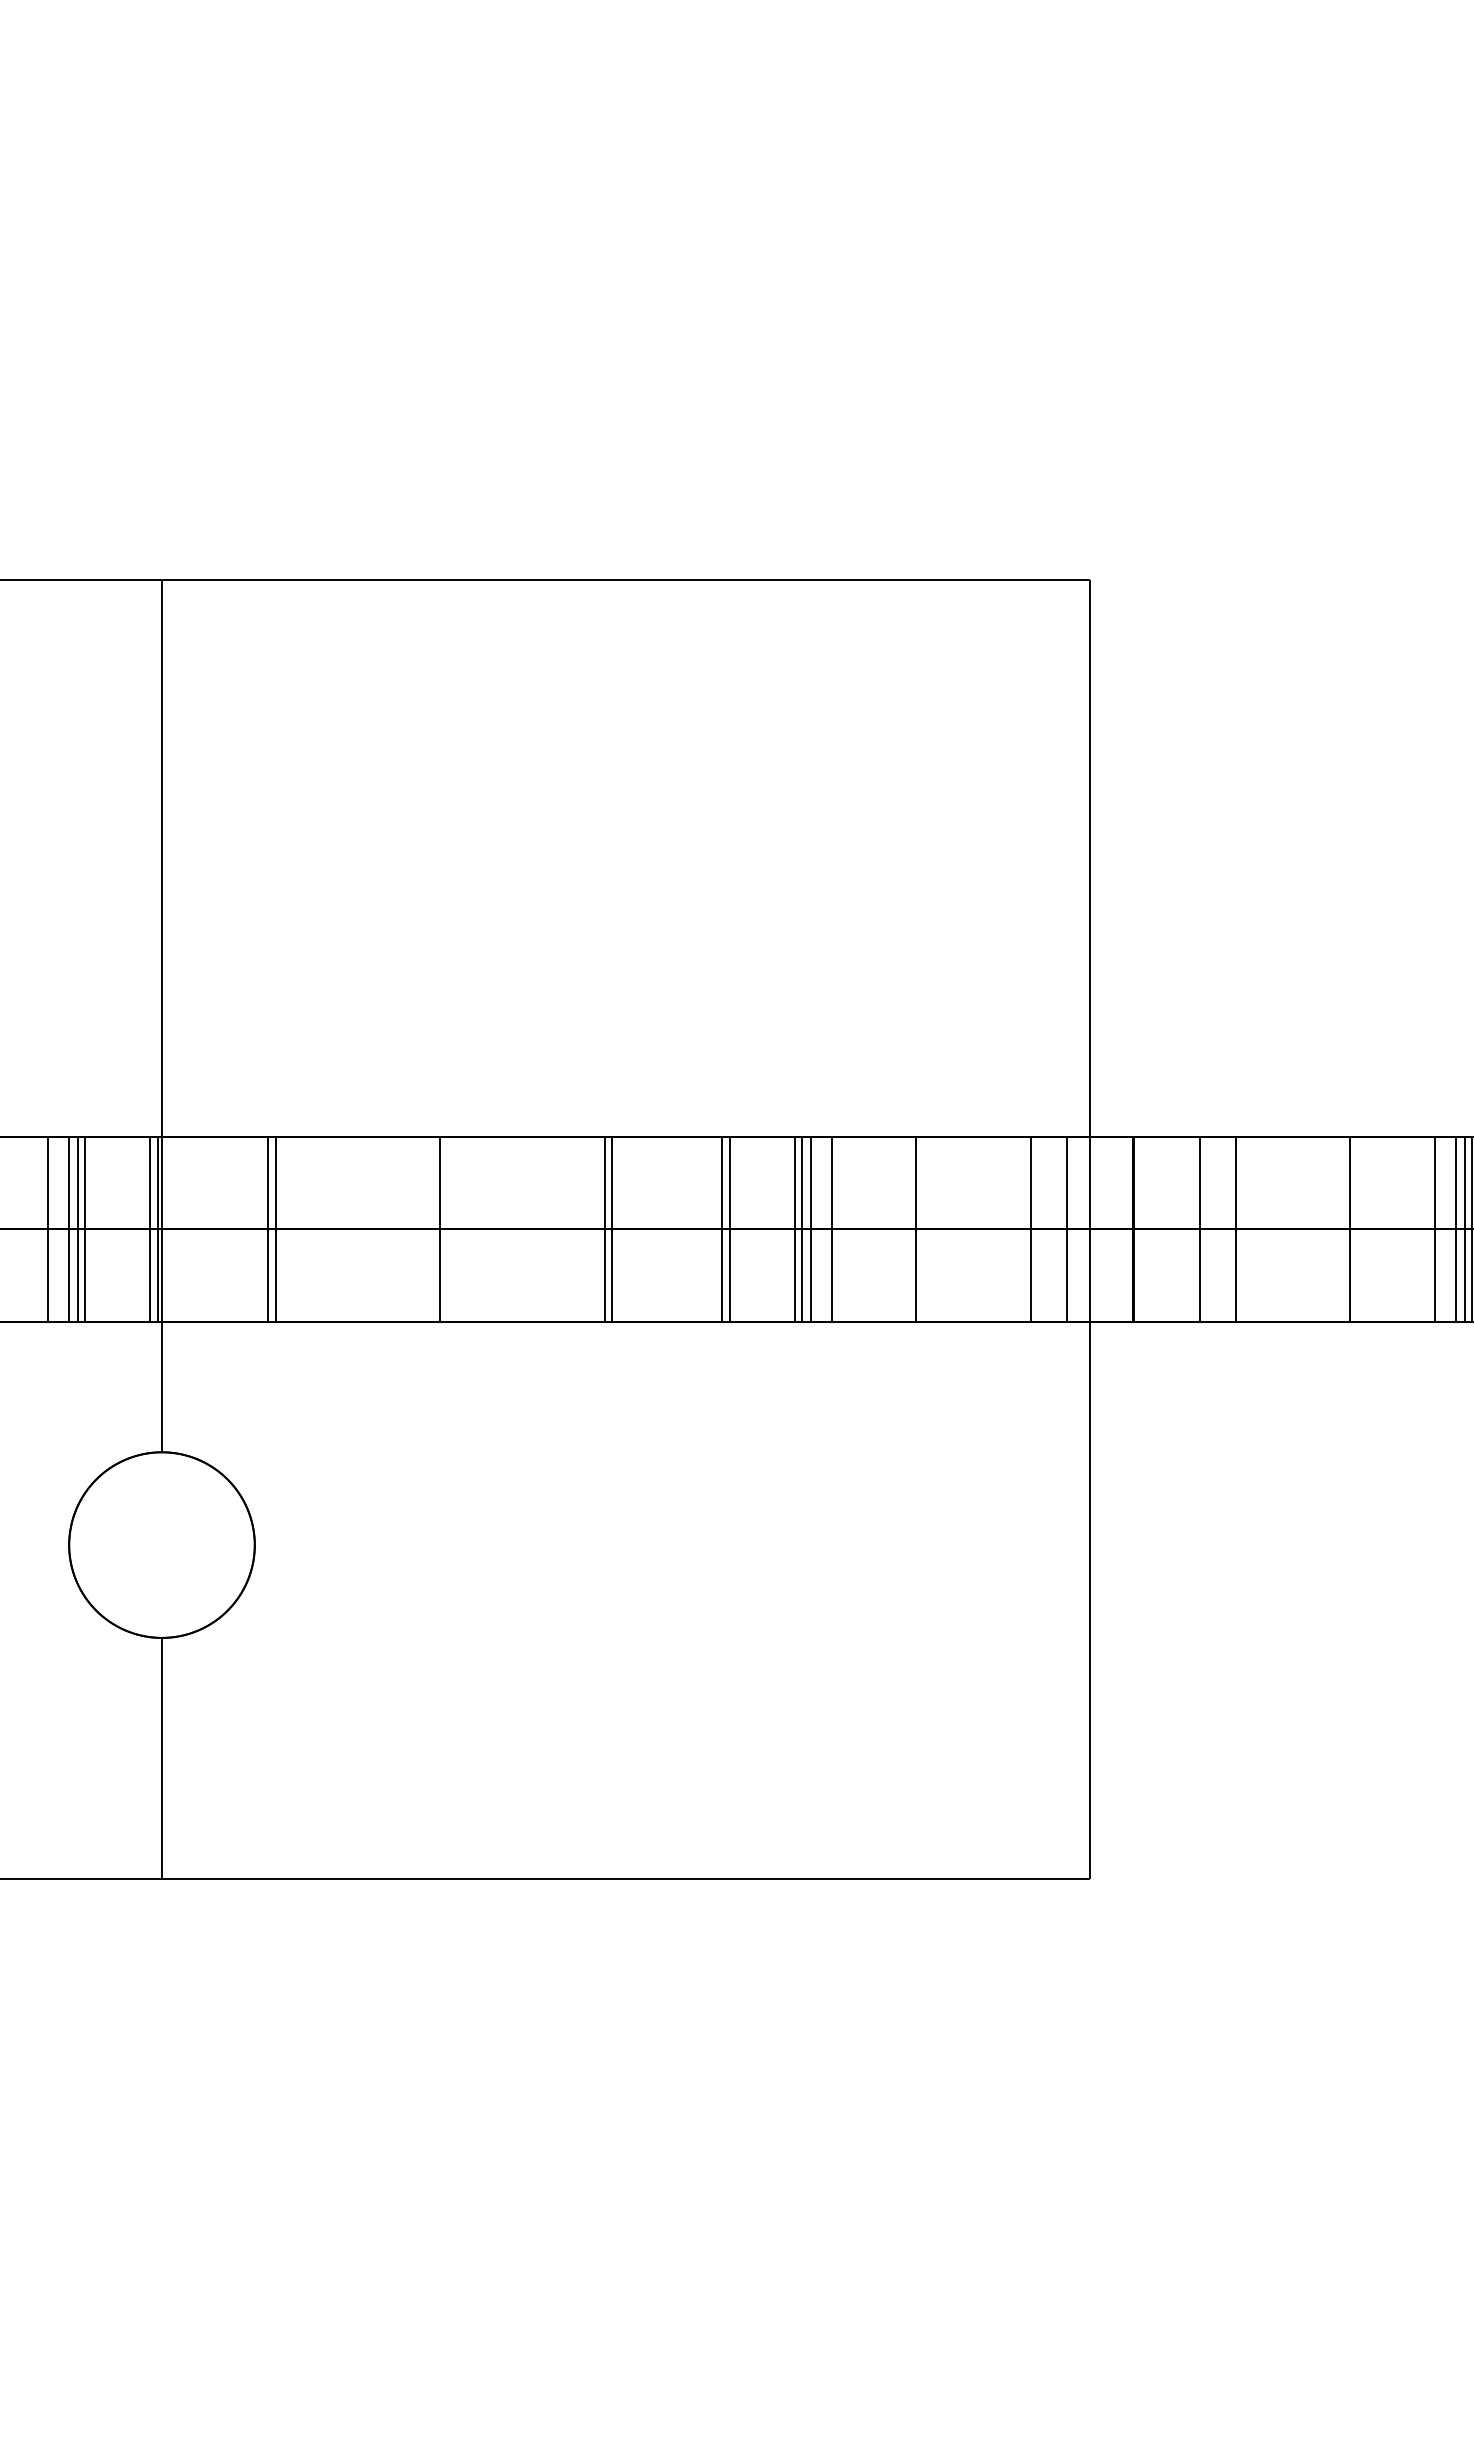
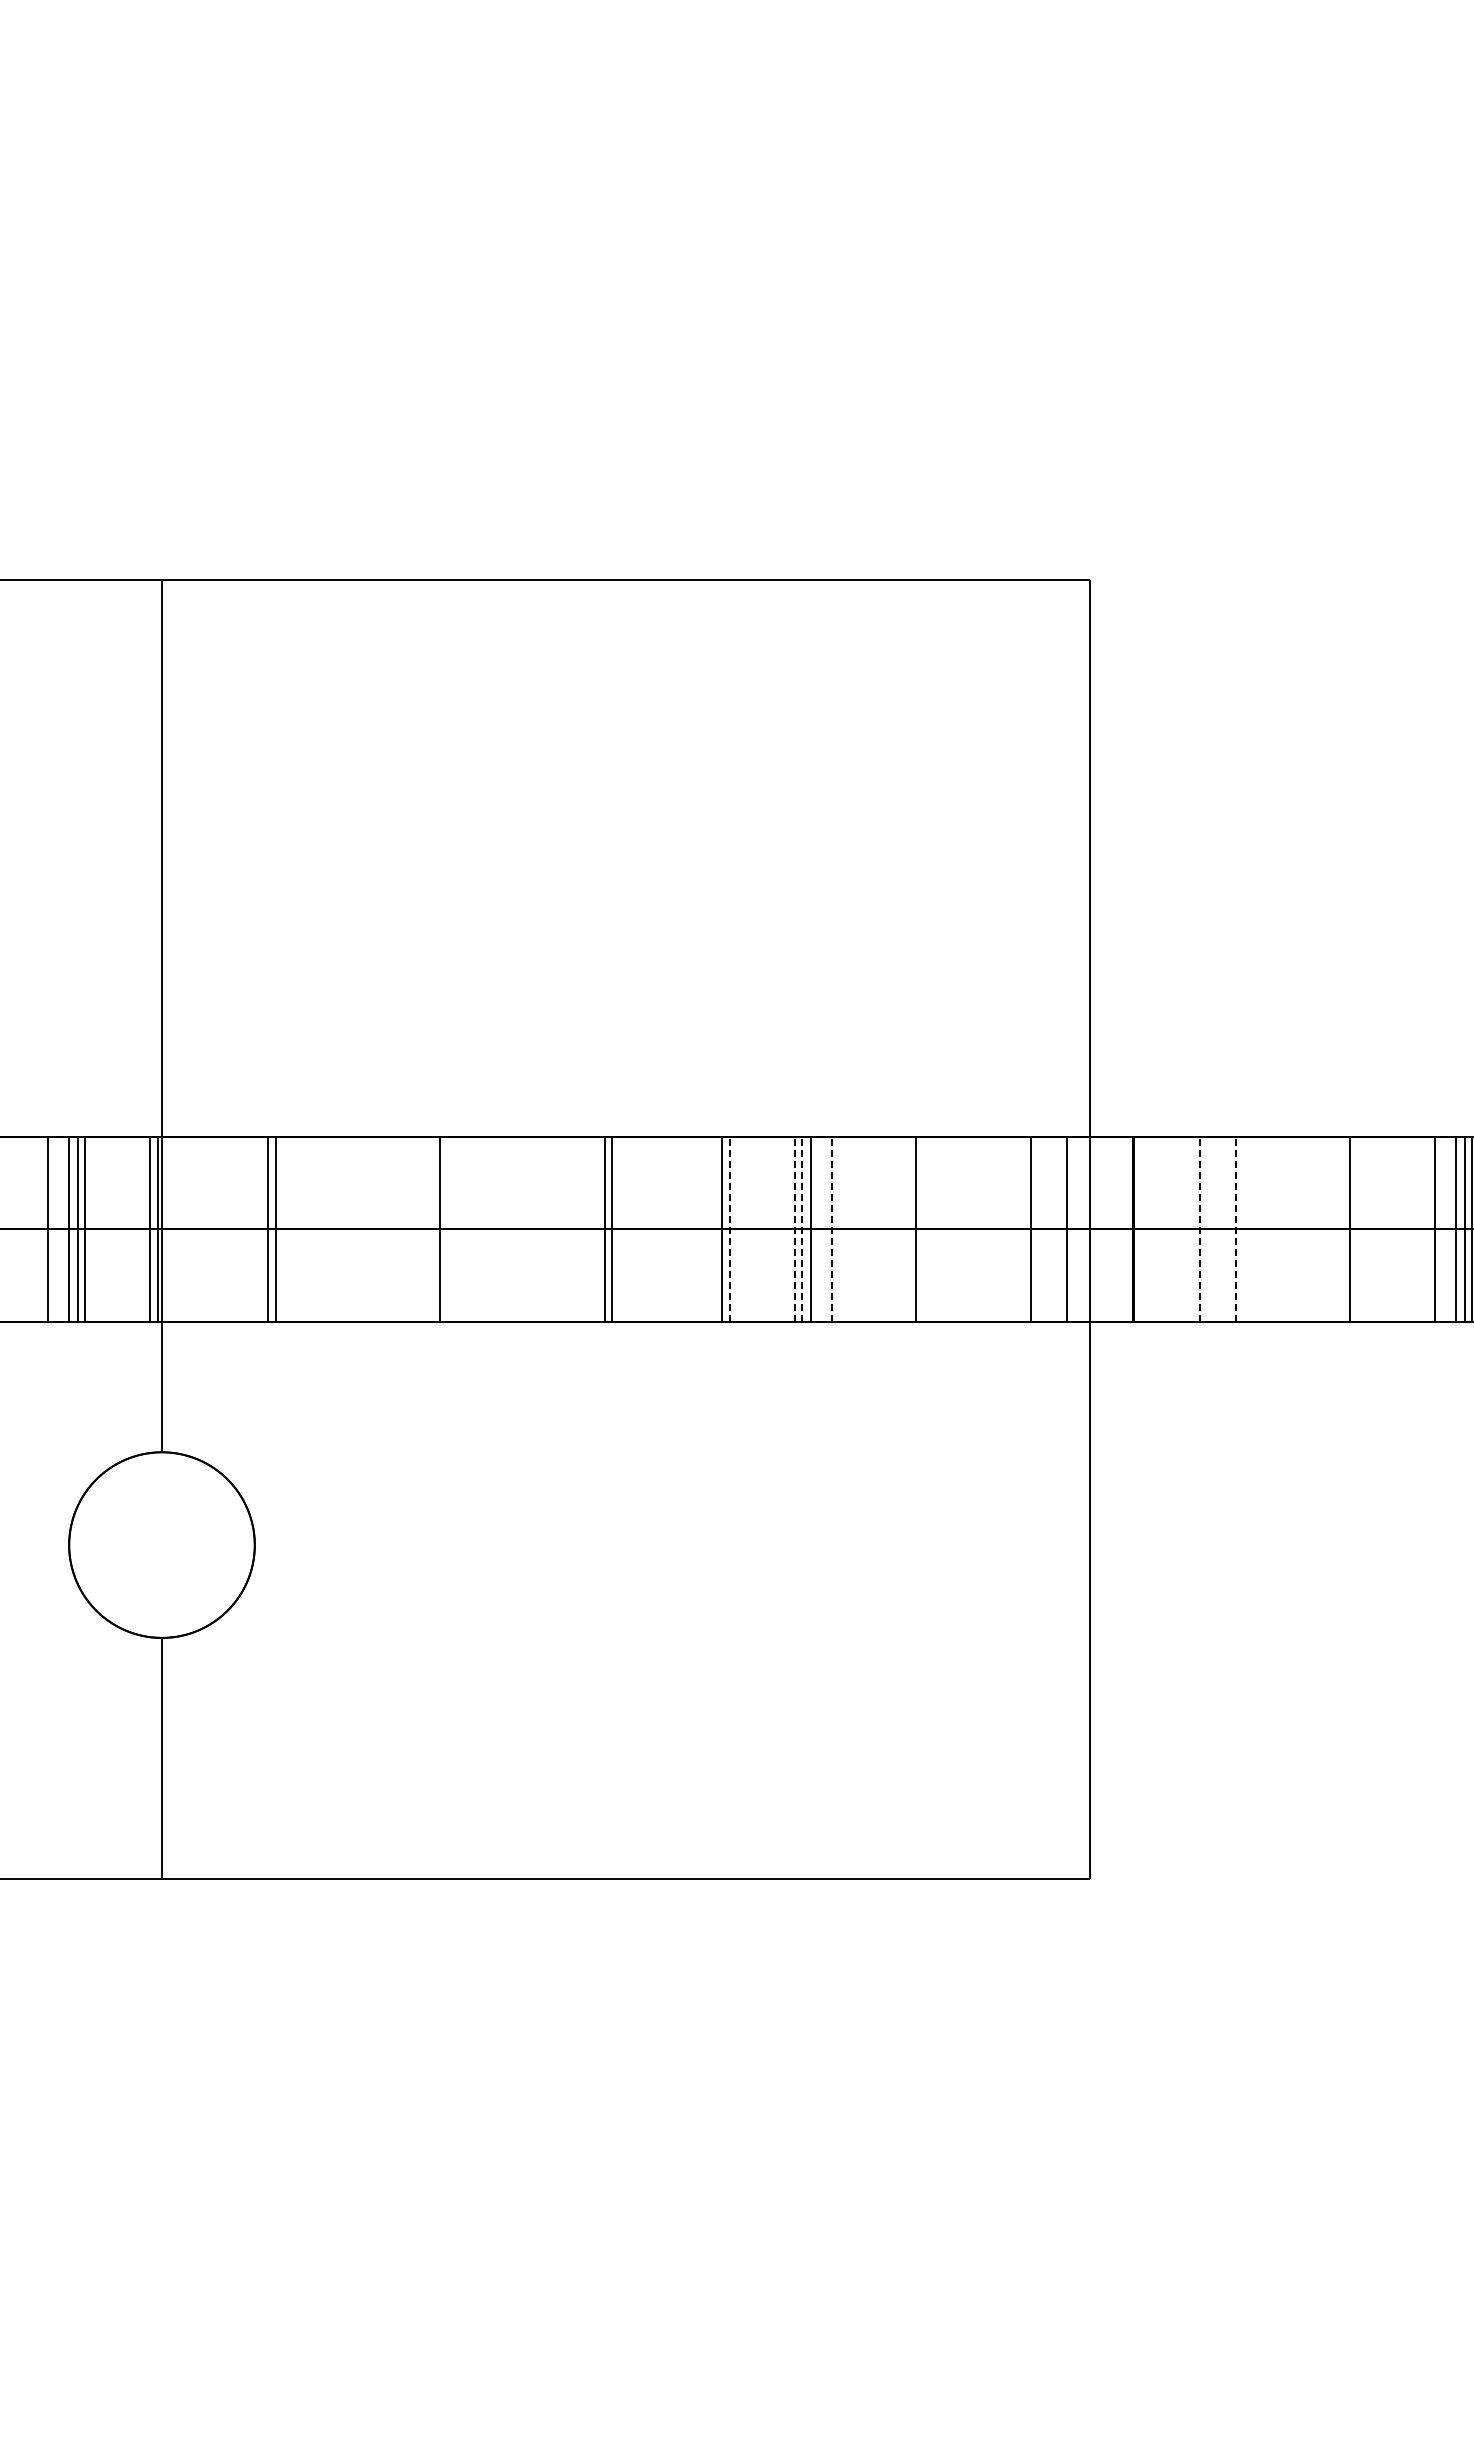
line at (730, 1229): solid -> dashed
line at (794, 1229): solid -> dashed
line at (801, 1229): solid -> dashed
line at (831, 1229): solid -> dashed
line at (1199, 1229): solid -> dashed
line at (1235, 1229): solid -> dashed
